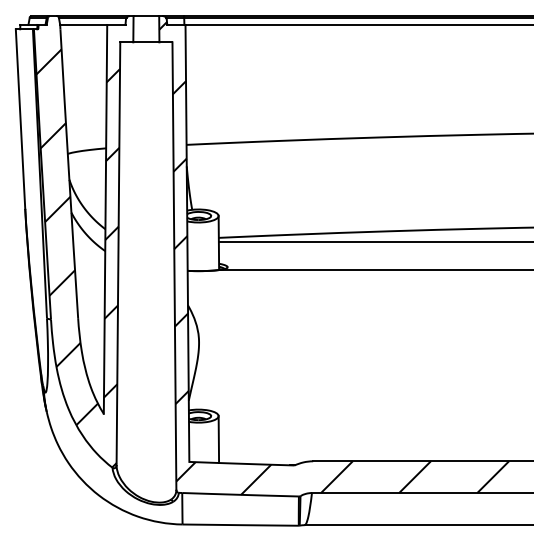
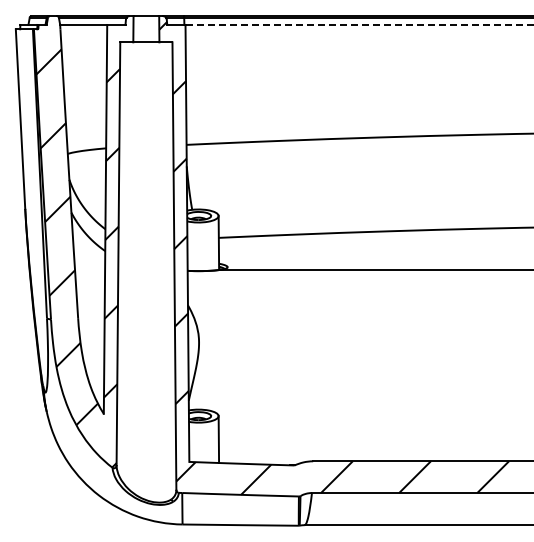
line at (359, 24): solid -> dashed
line at (374, 242): present -> none
